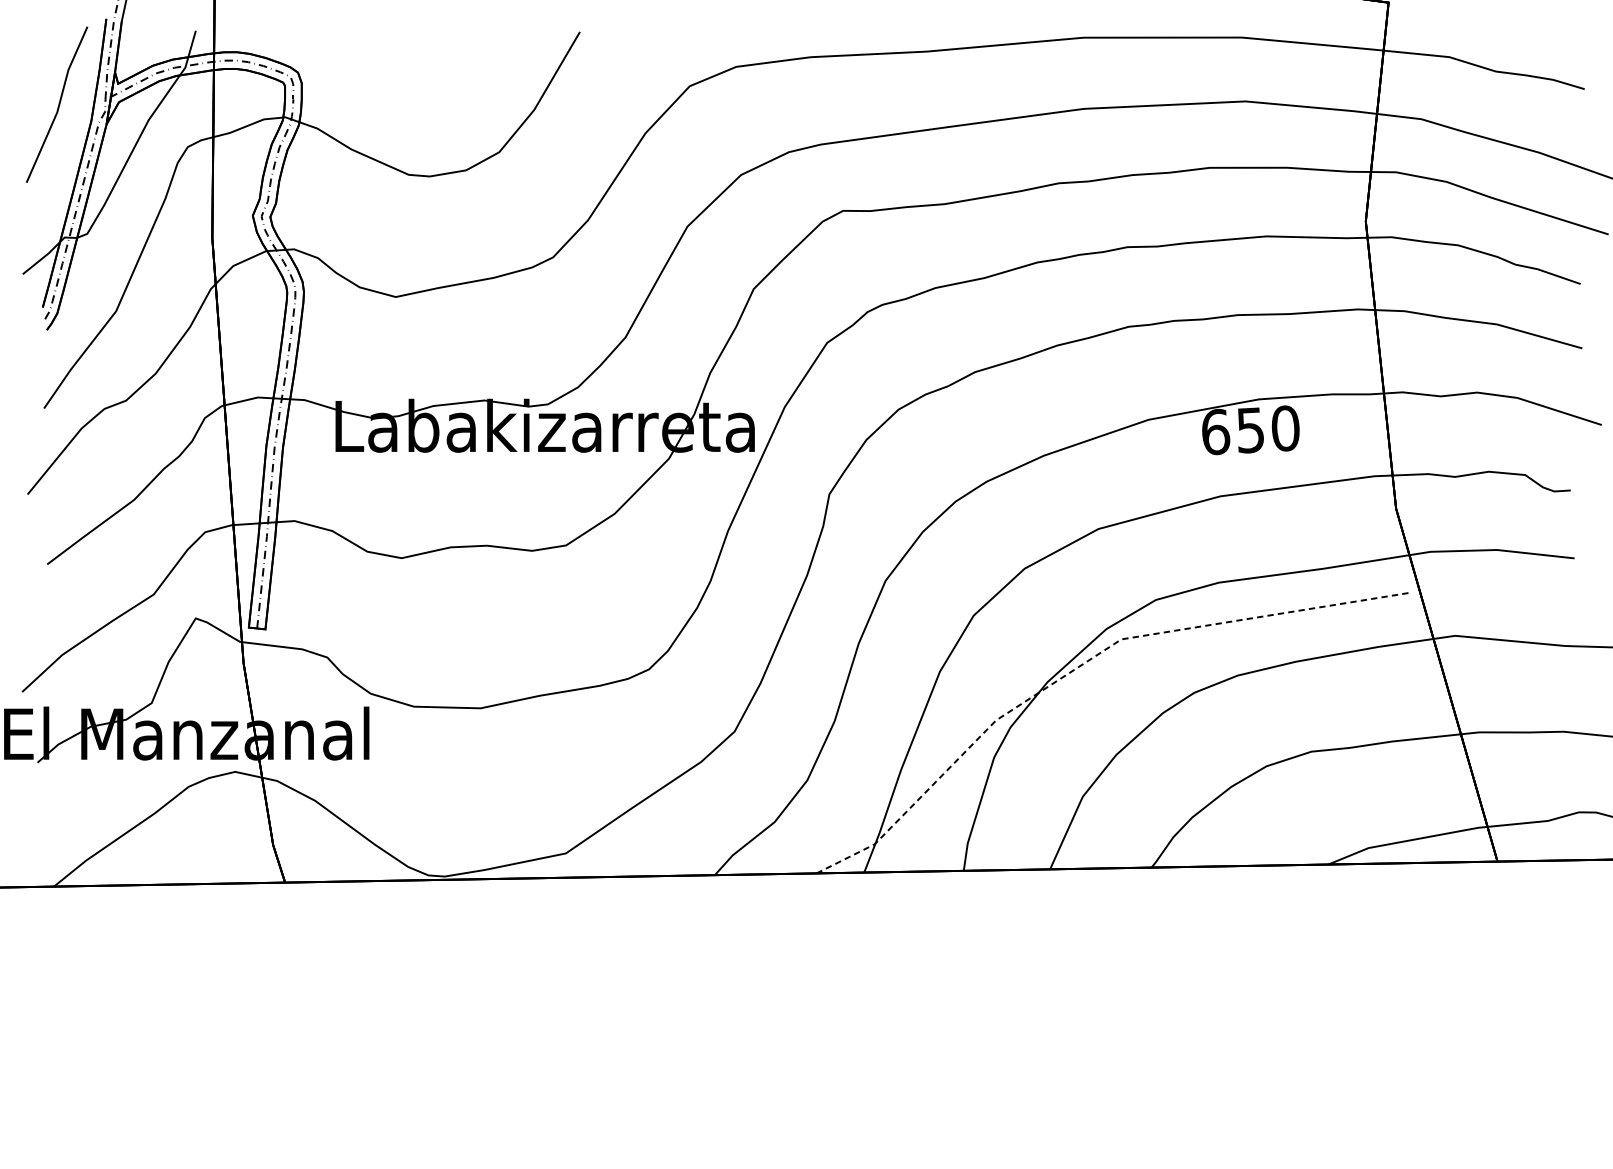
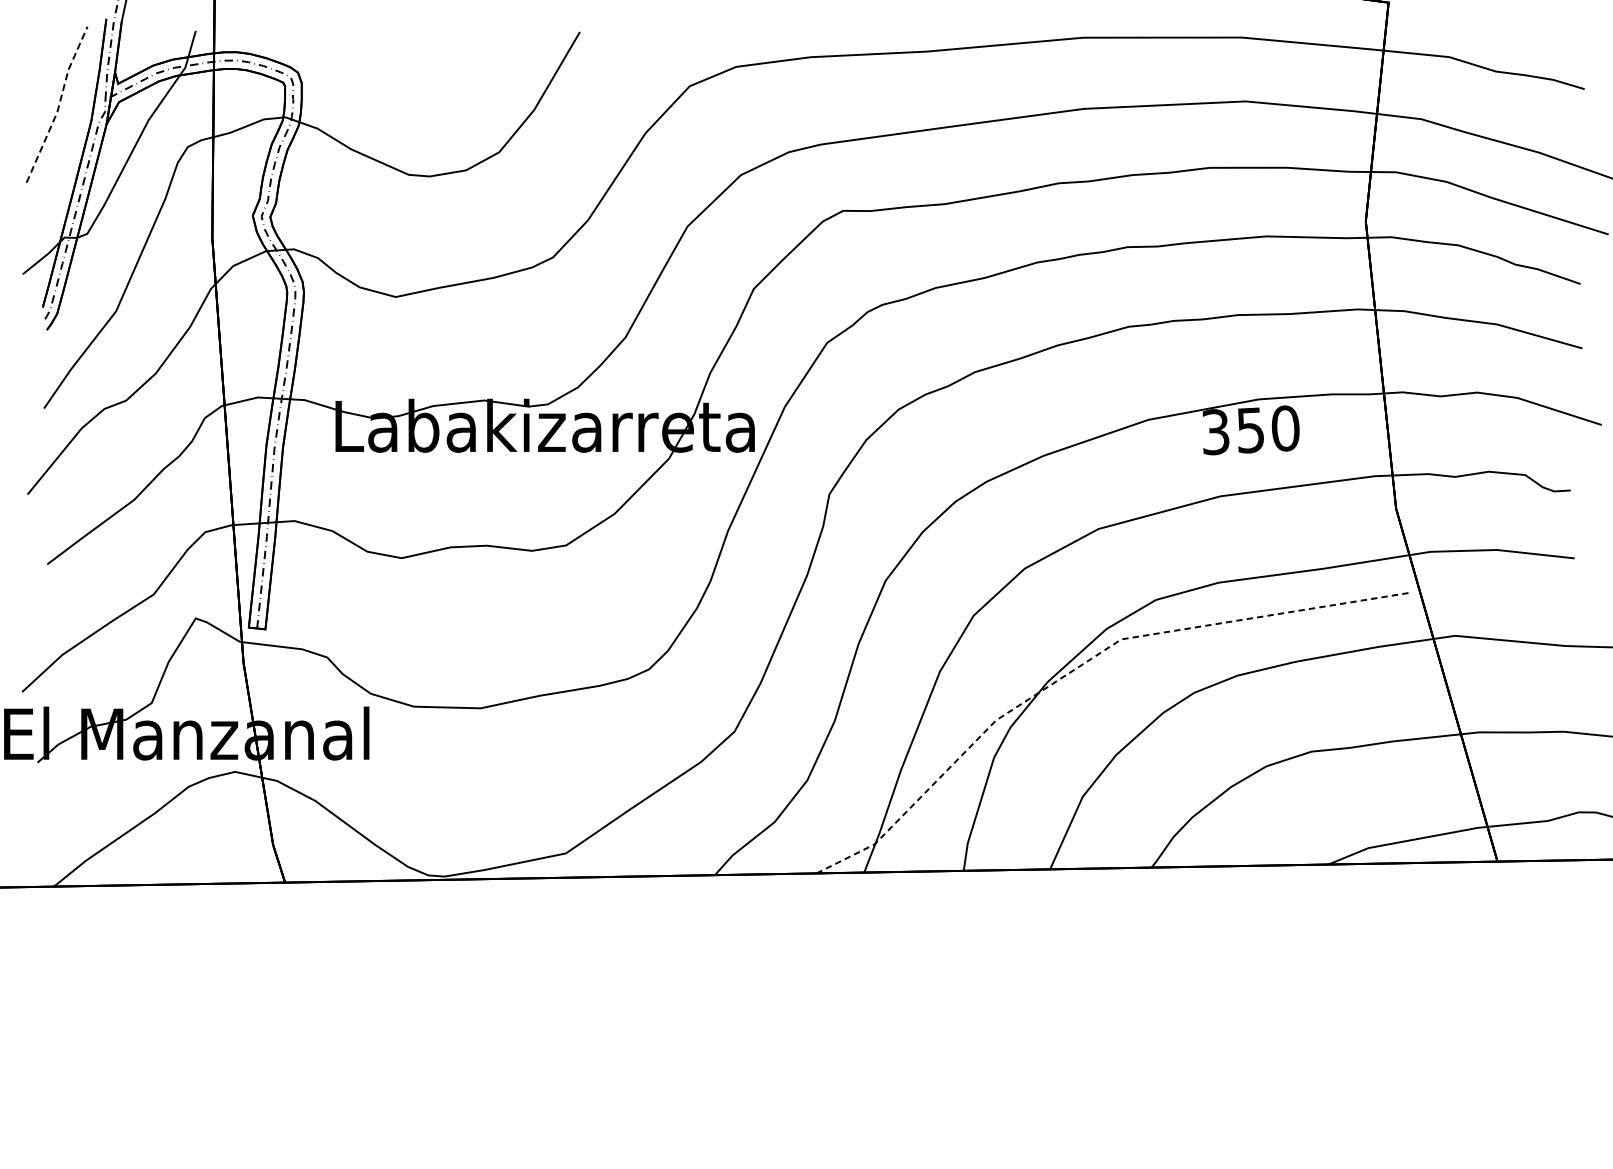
line at (59, 104): solid -> dashed
text at (1216, 431): 650 -> 350
